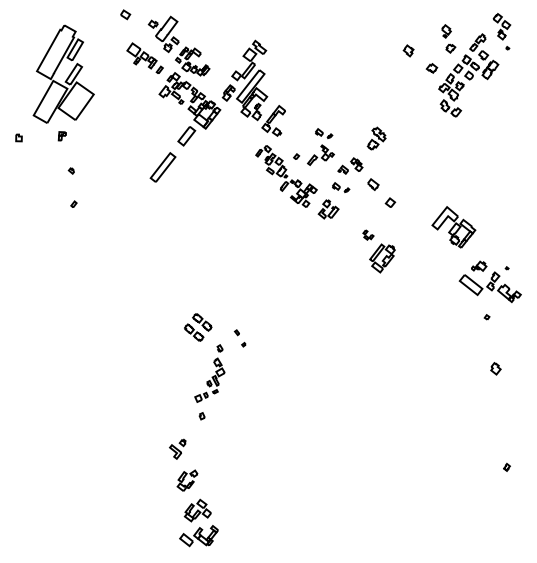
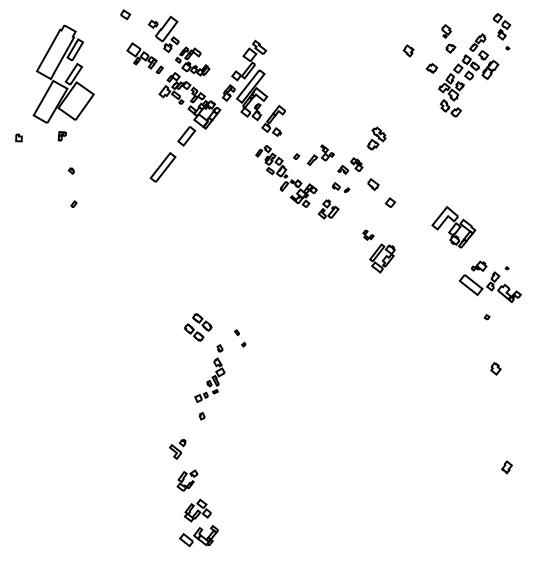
part at (324, 133): present -> none
part at (506, 466) size: 8x10 px -> 12x15 px
